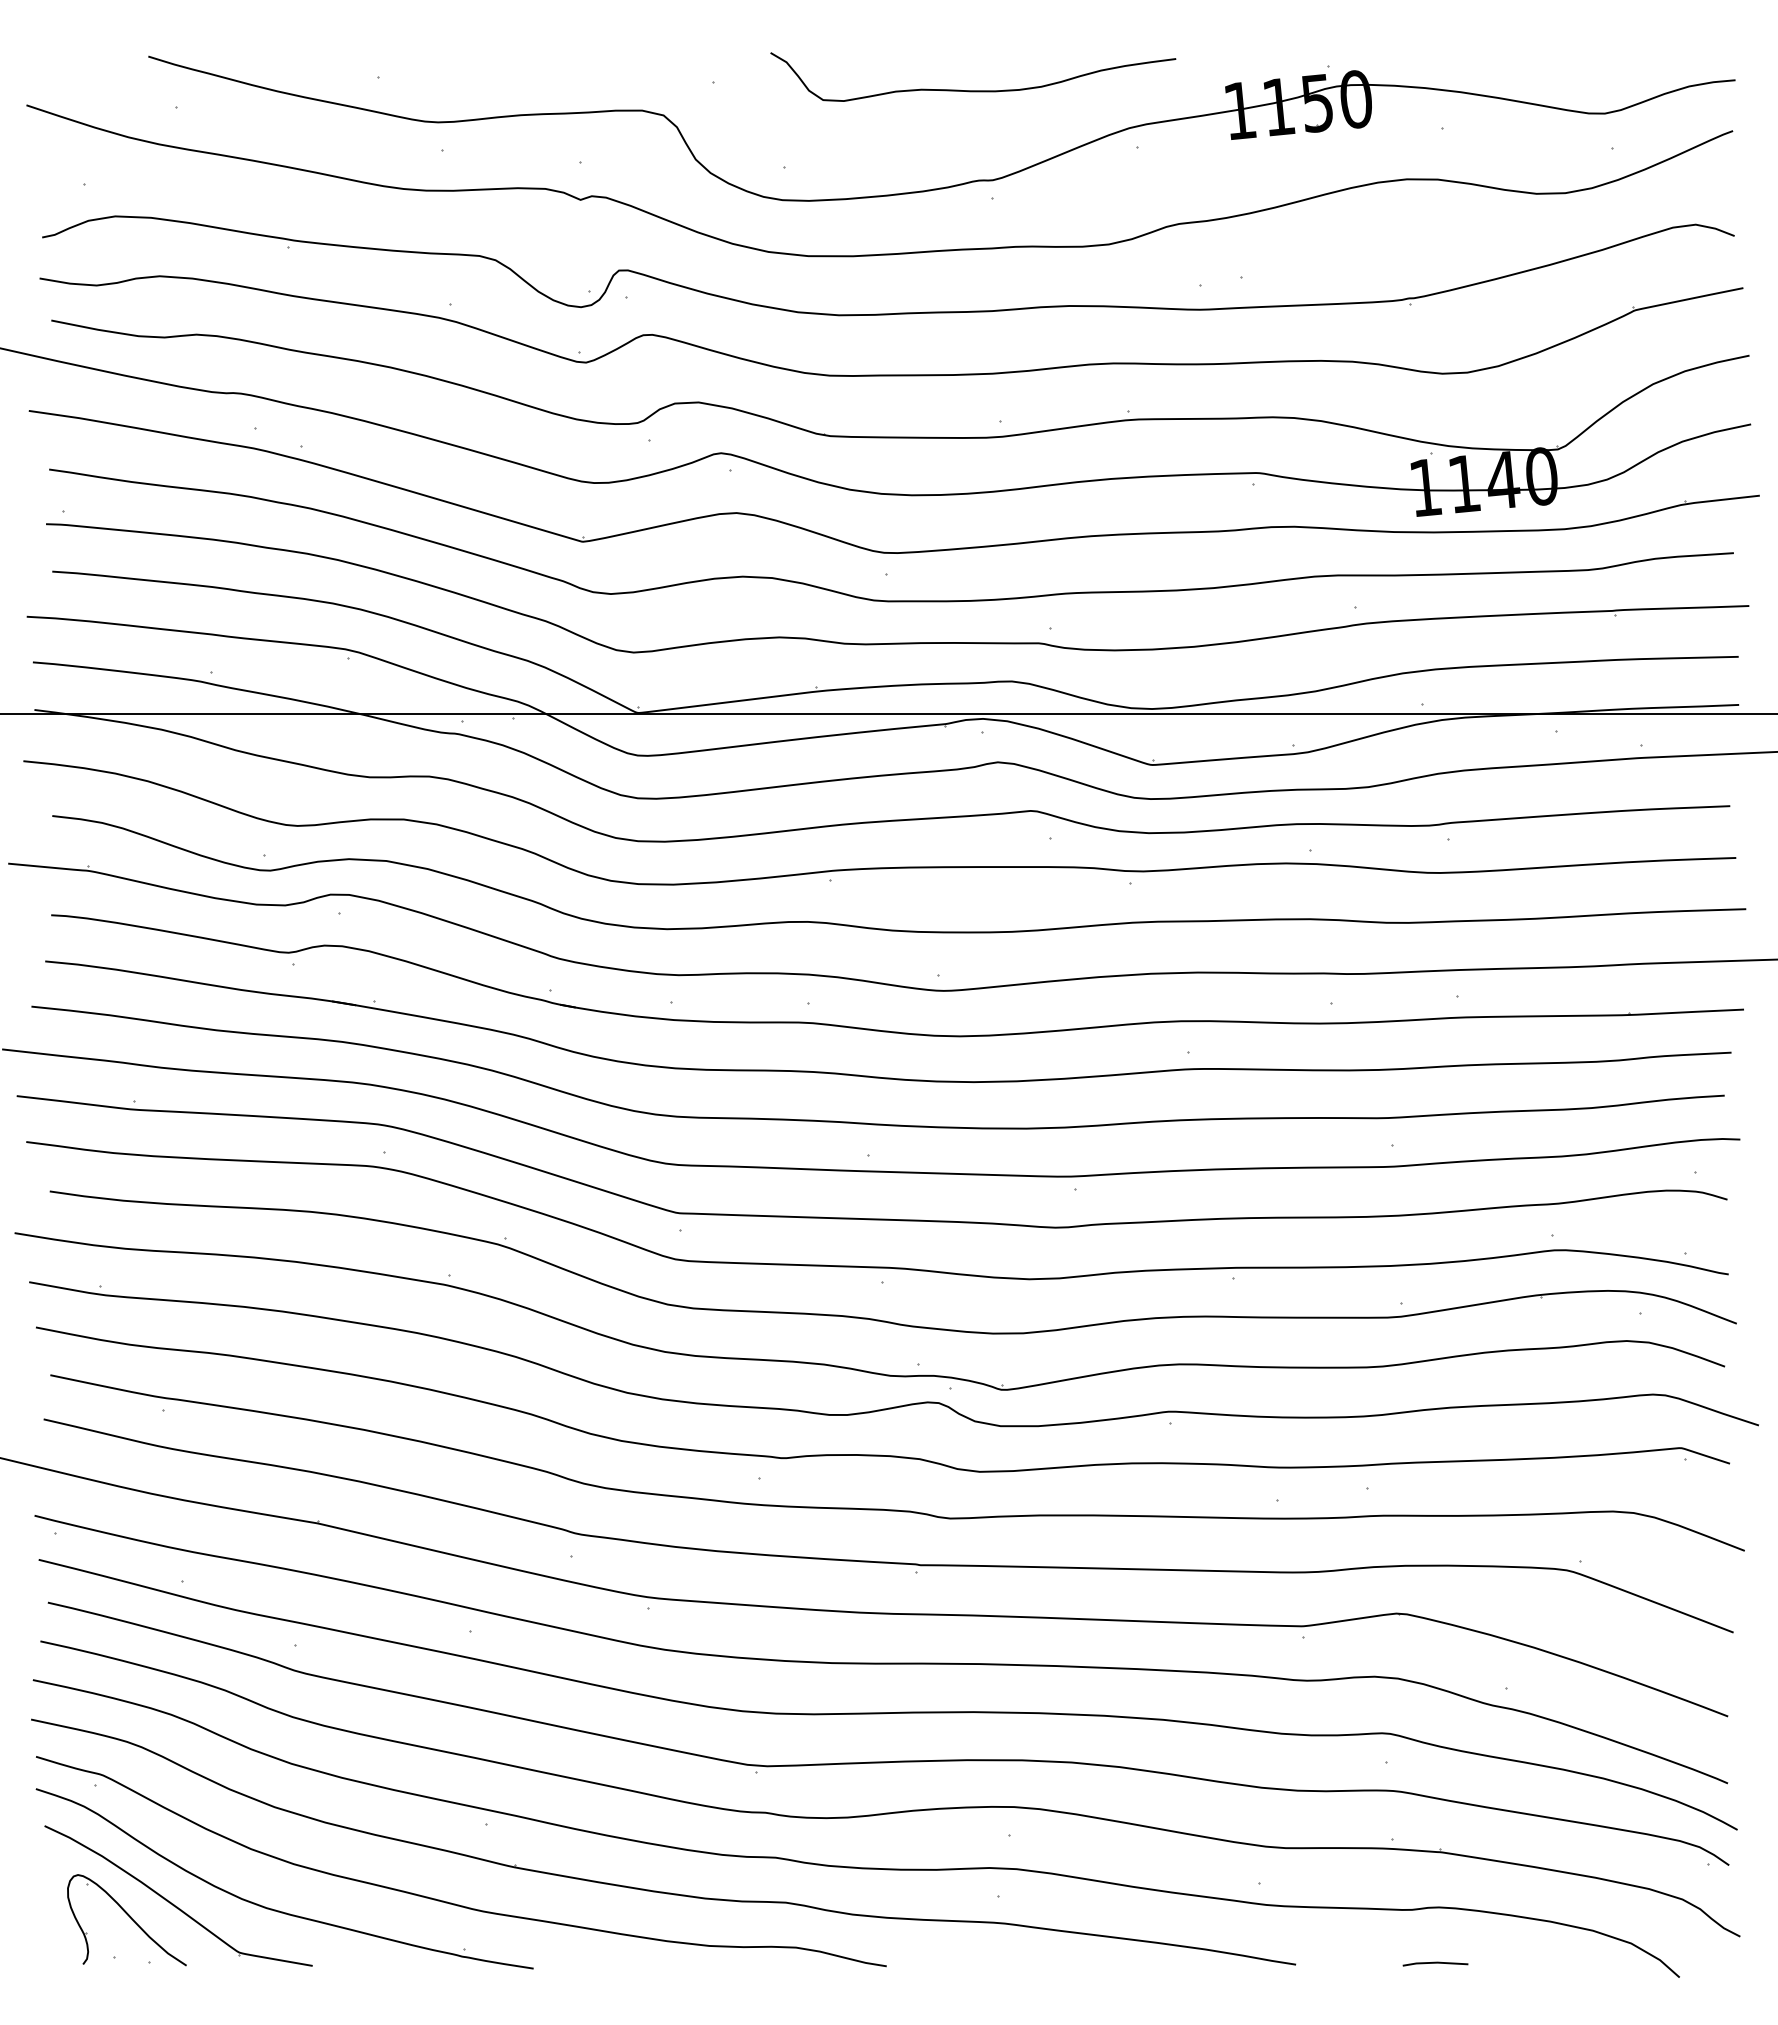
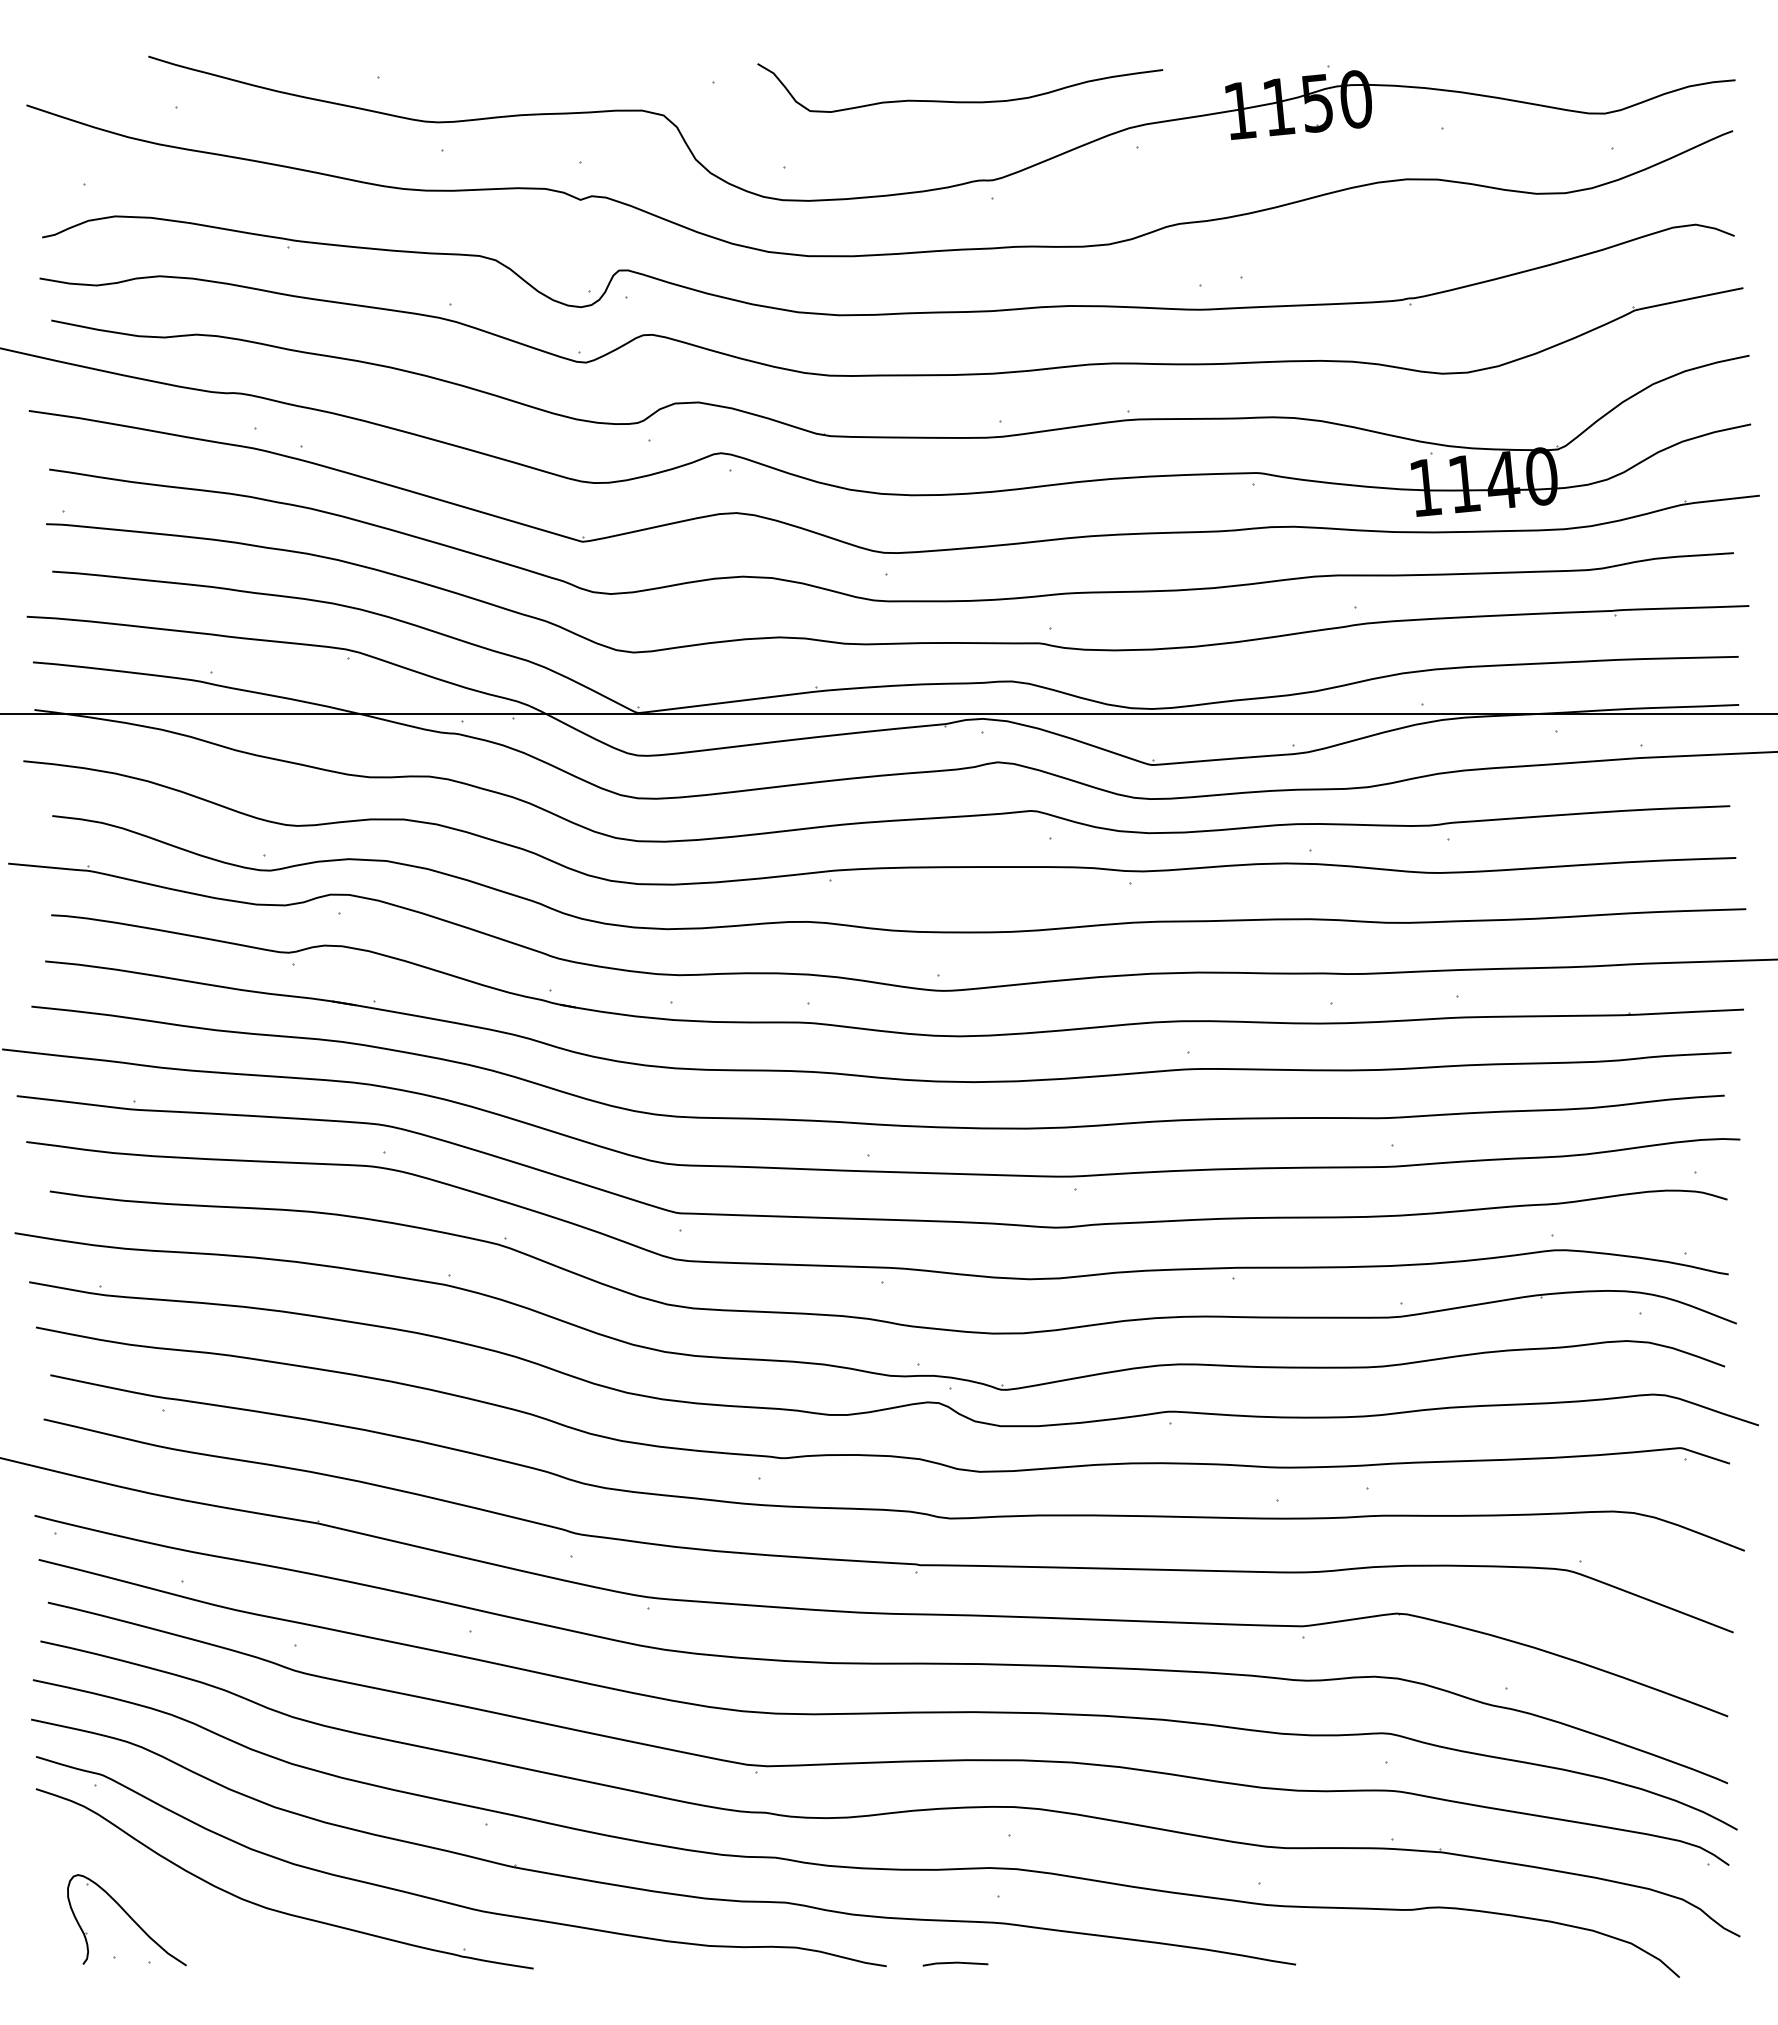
curve at (973, 90) position: (973, 90) -> (960, 101)
part at (173, 1903): present -> none
line at (1435, 1963) position: (1435, 1963) -> (955, 1963)
